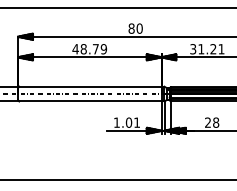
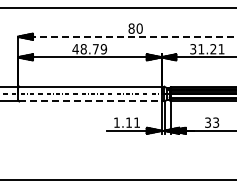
line at (127, 36): solid -> dashed
line at (90, 101): solid -> dashed
text at (128, 122): 1.01 -> 1.11
text at (212, 122): 28 -> 33
